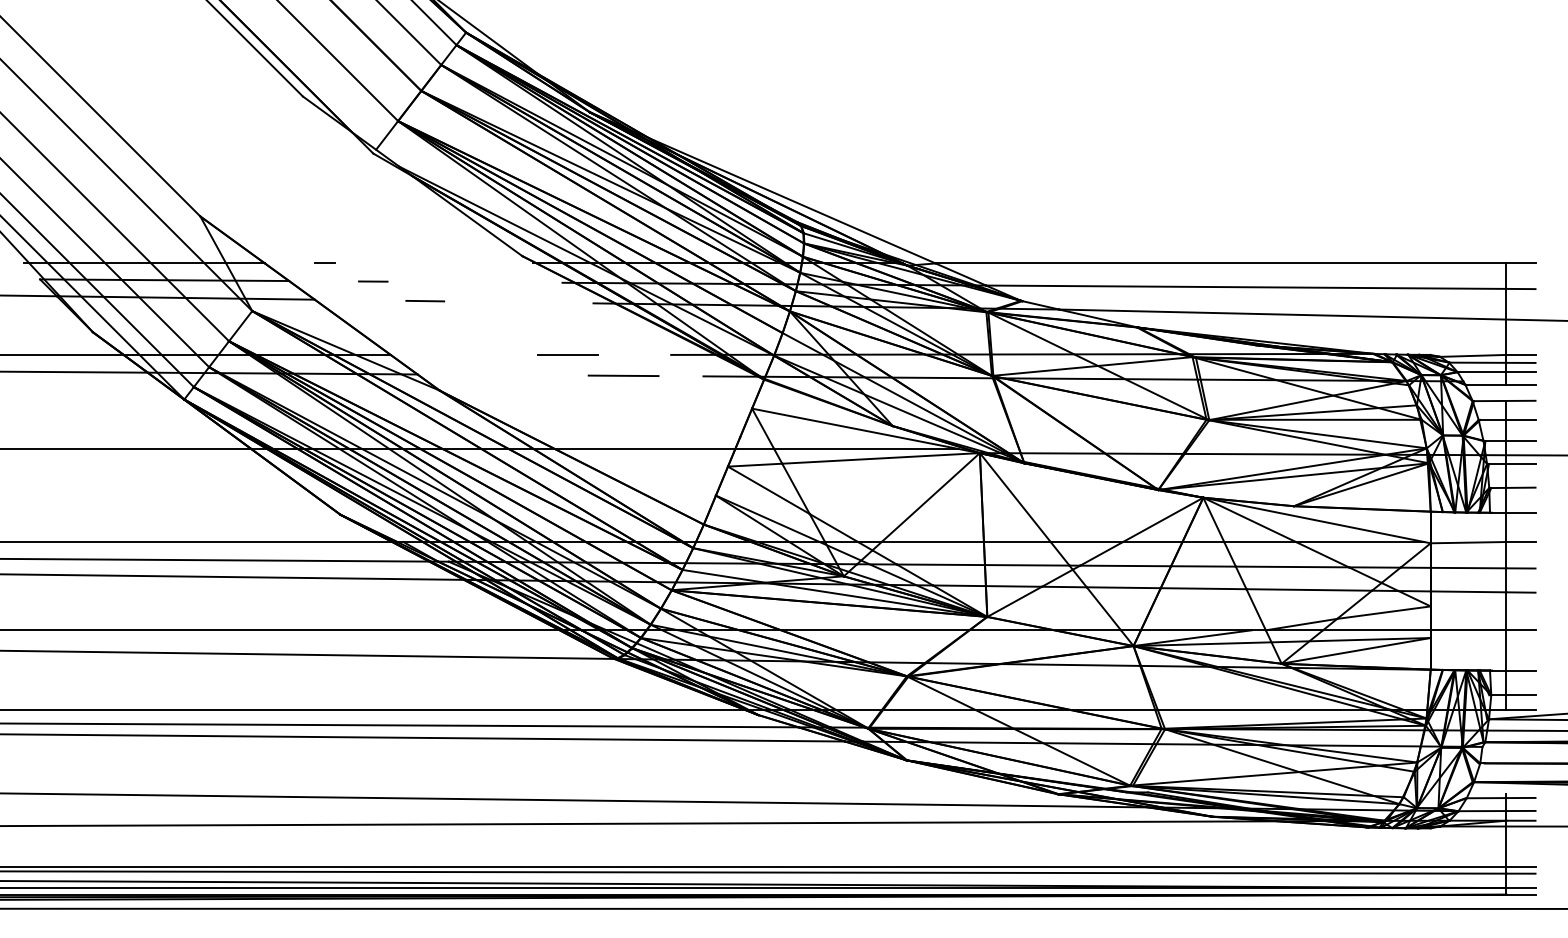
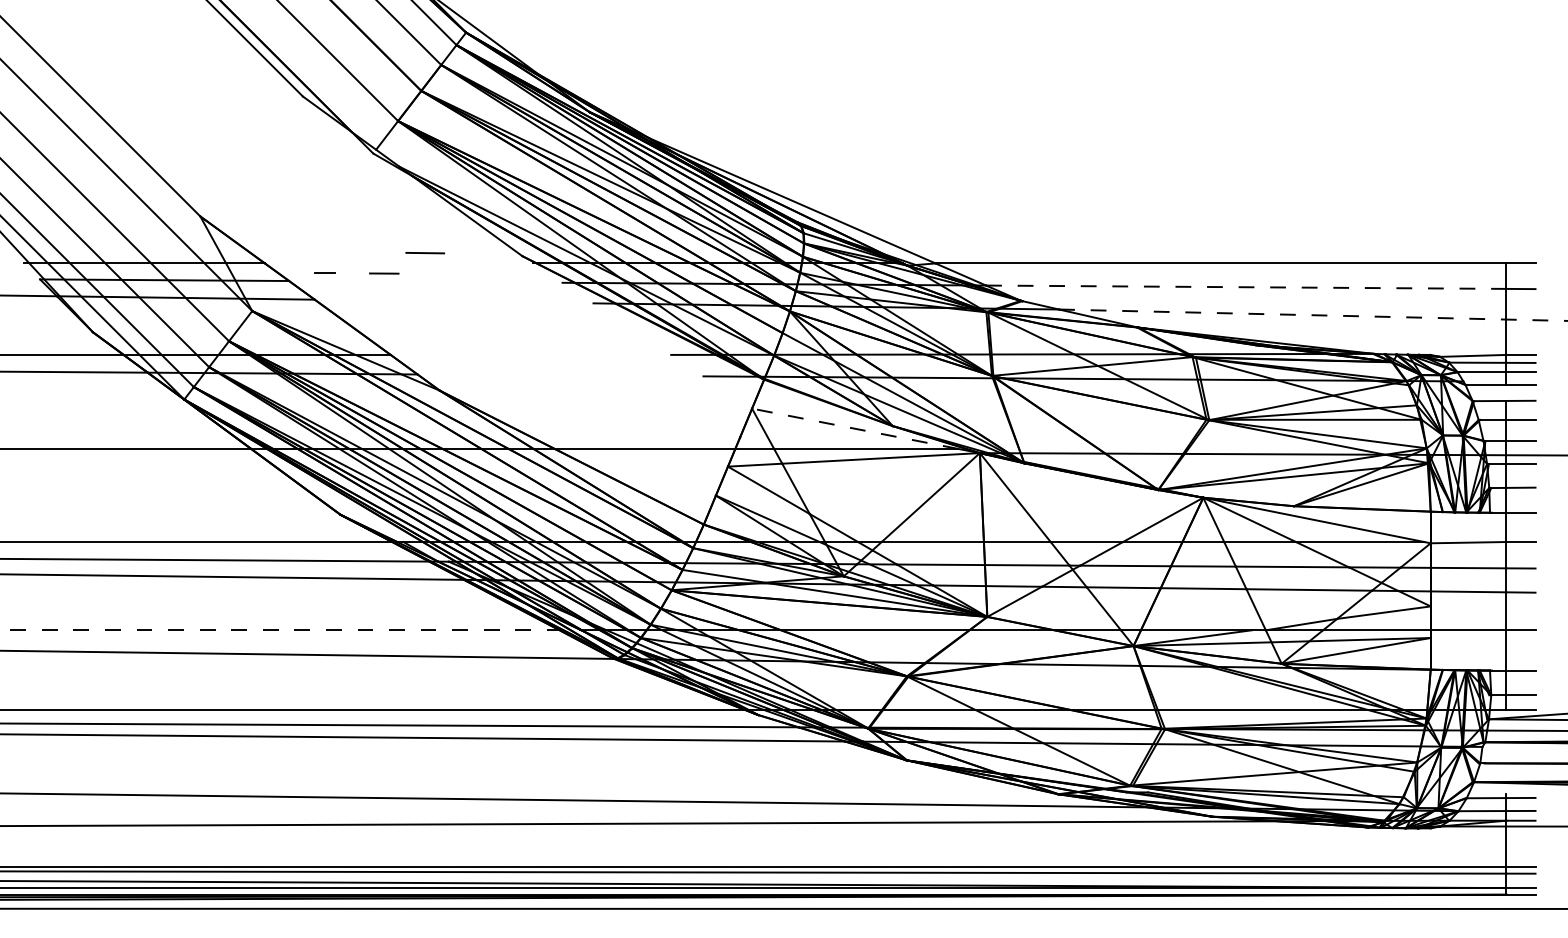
line at (324, 262) position: (324, 262) -> (324, 272)
line at (373, 281) position: (373, 281) -> (384, 273)
line at (1246, 287): solid -> dashed
line at (424, 301) position: (424, 301) -> (424, 253)
line at (1313, 315): solid -> dashed
line at (567, 354): present -> none
line at (623, 375): present -> none
line at (854, 428): solid -> dashed
line at (291, 630): solid -> dashed
